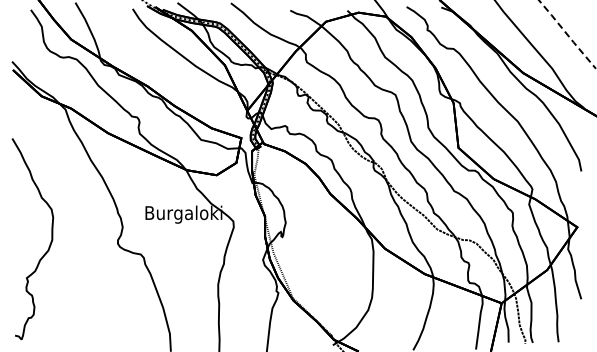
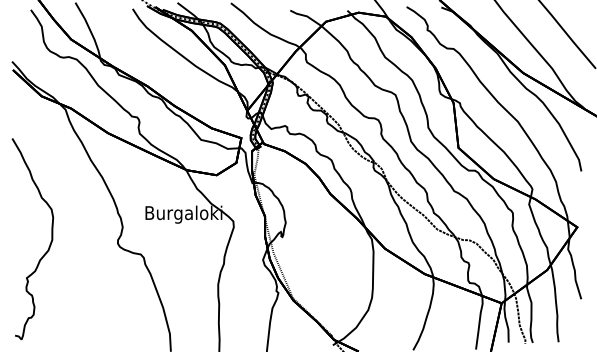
line at (567, 34): dashed -> solid
